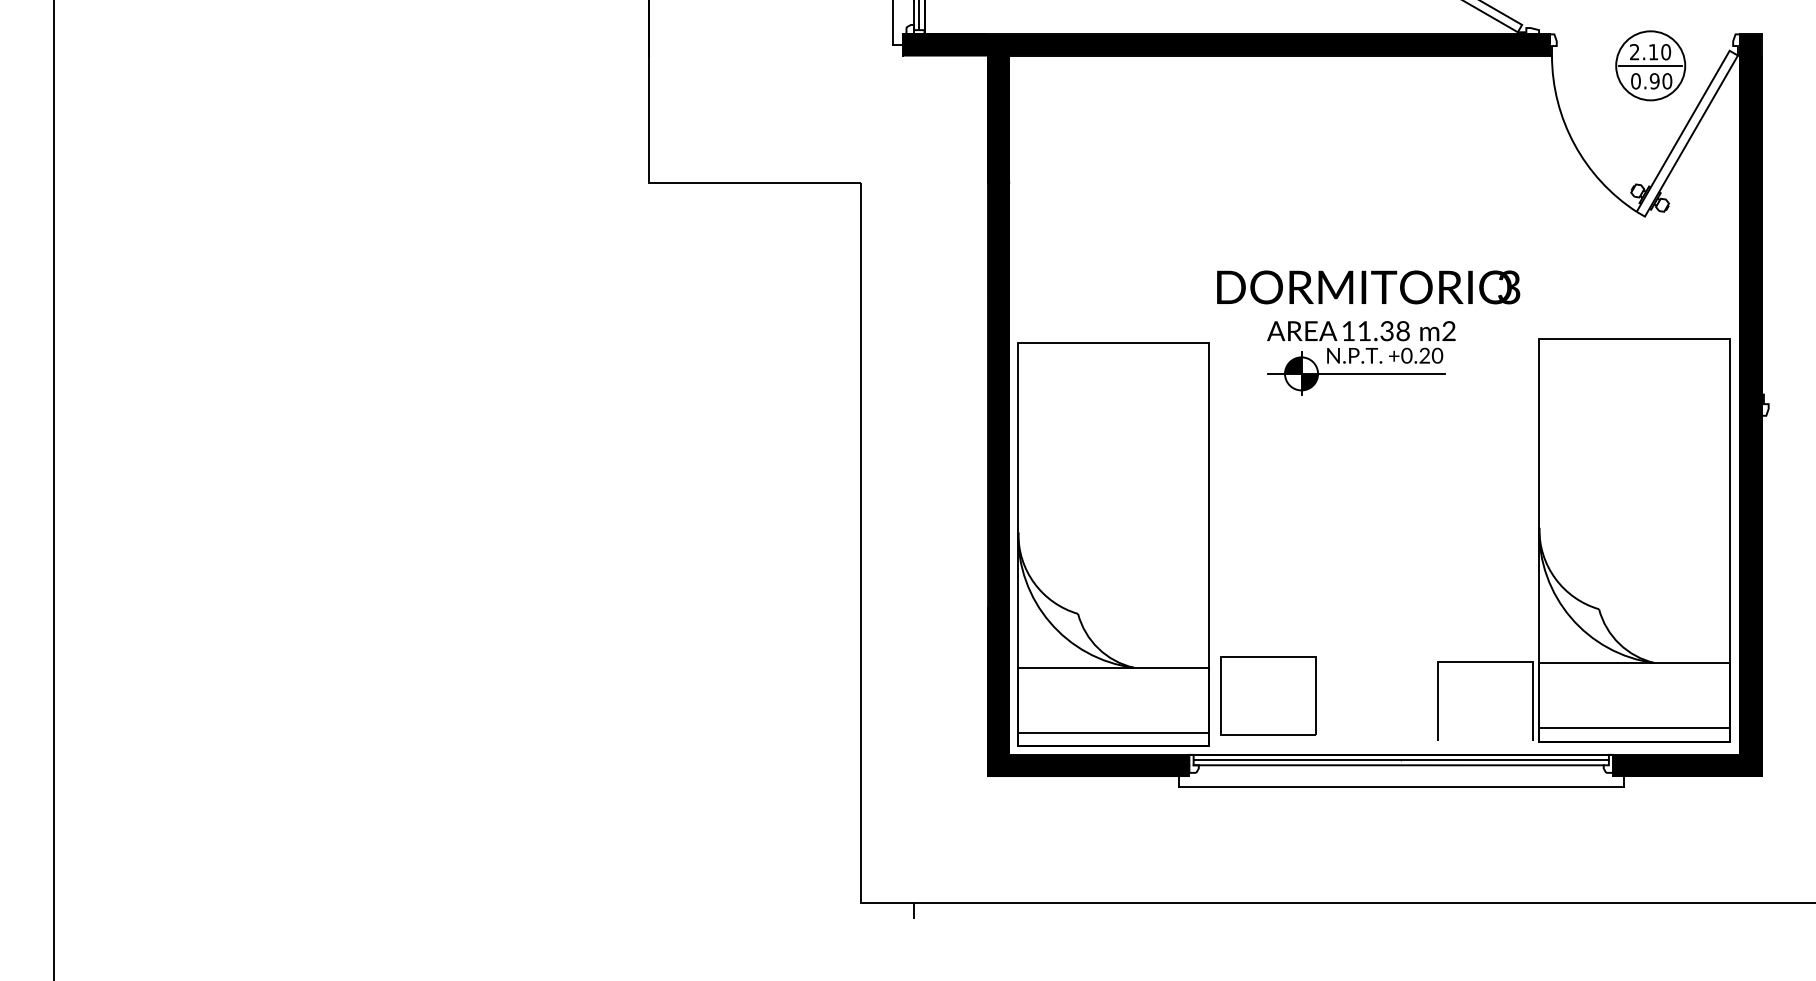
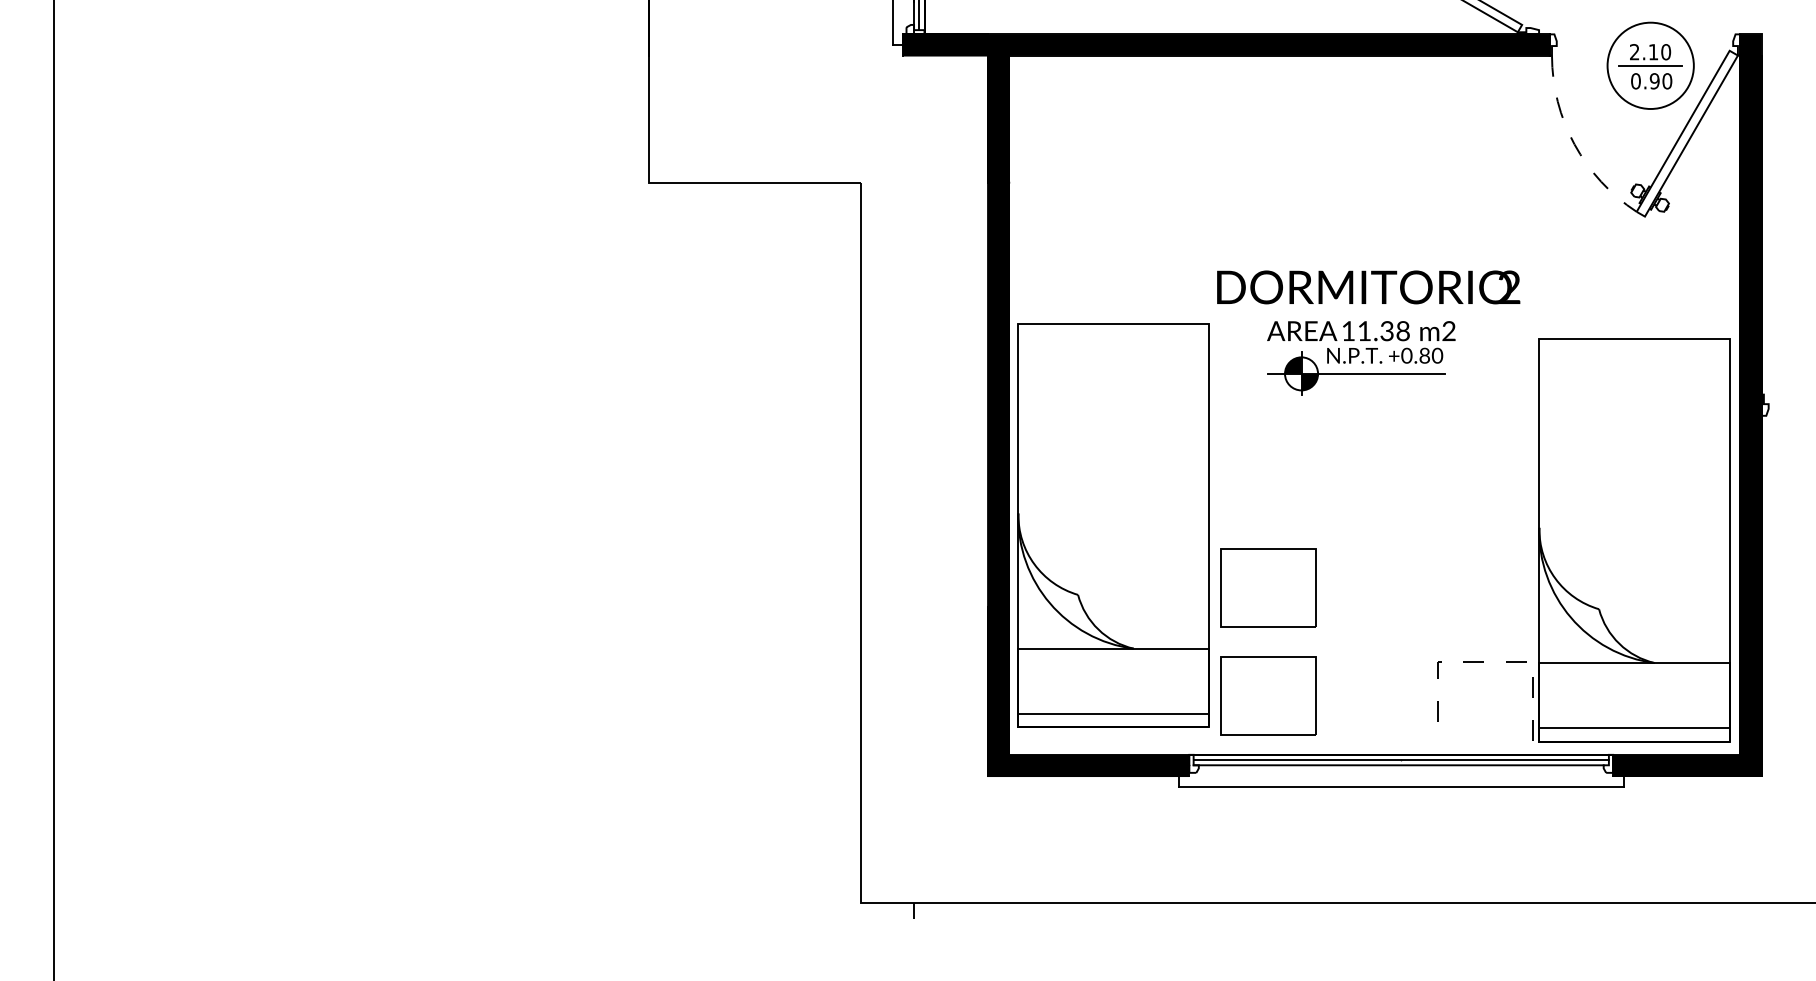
circle at (1650, 65) diameter: 69 px -> 86 px
arc at (1574, 144): solid -> dashed
text at (1509, 288): 3 -> 2
text at (1424, 356): +0.20 -> +0.80
part at (1113, 544) position: (1113, 544) -> (1113, 525)
part at (1268, 587): none -> present
line at (1484, 662): solid -> dashed
